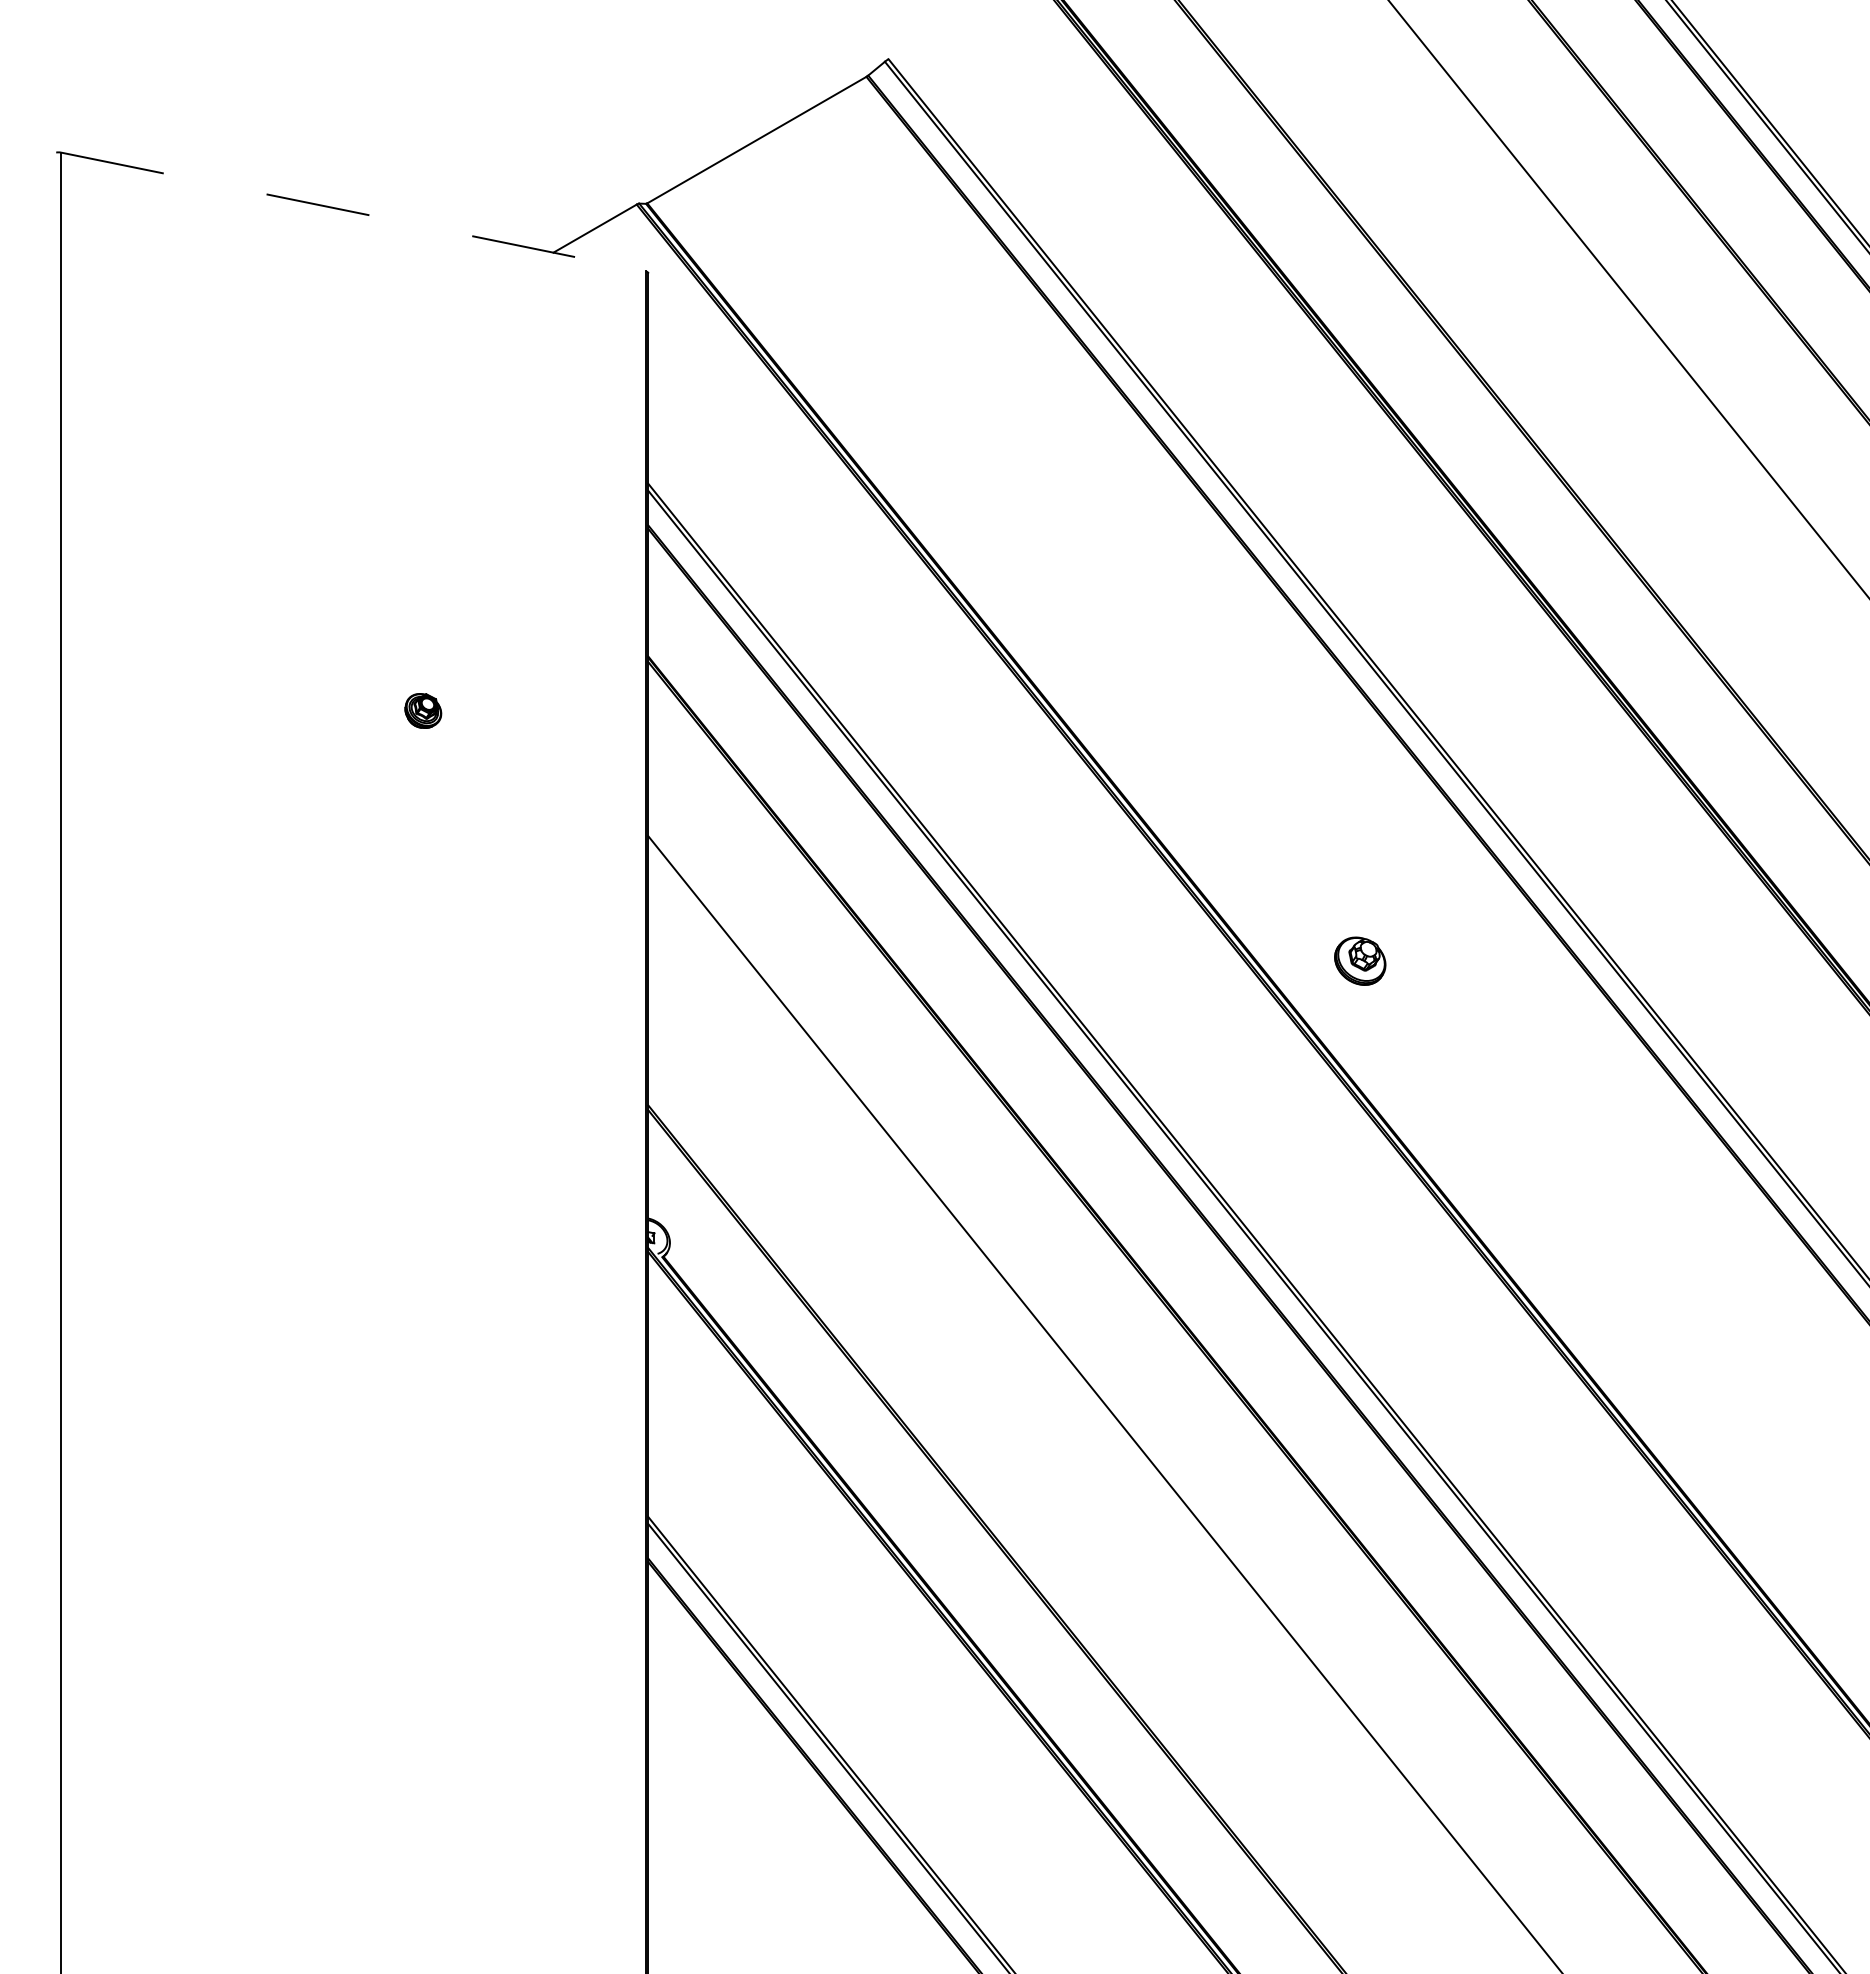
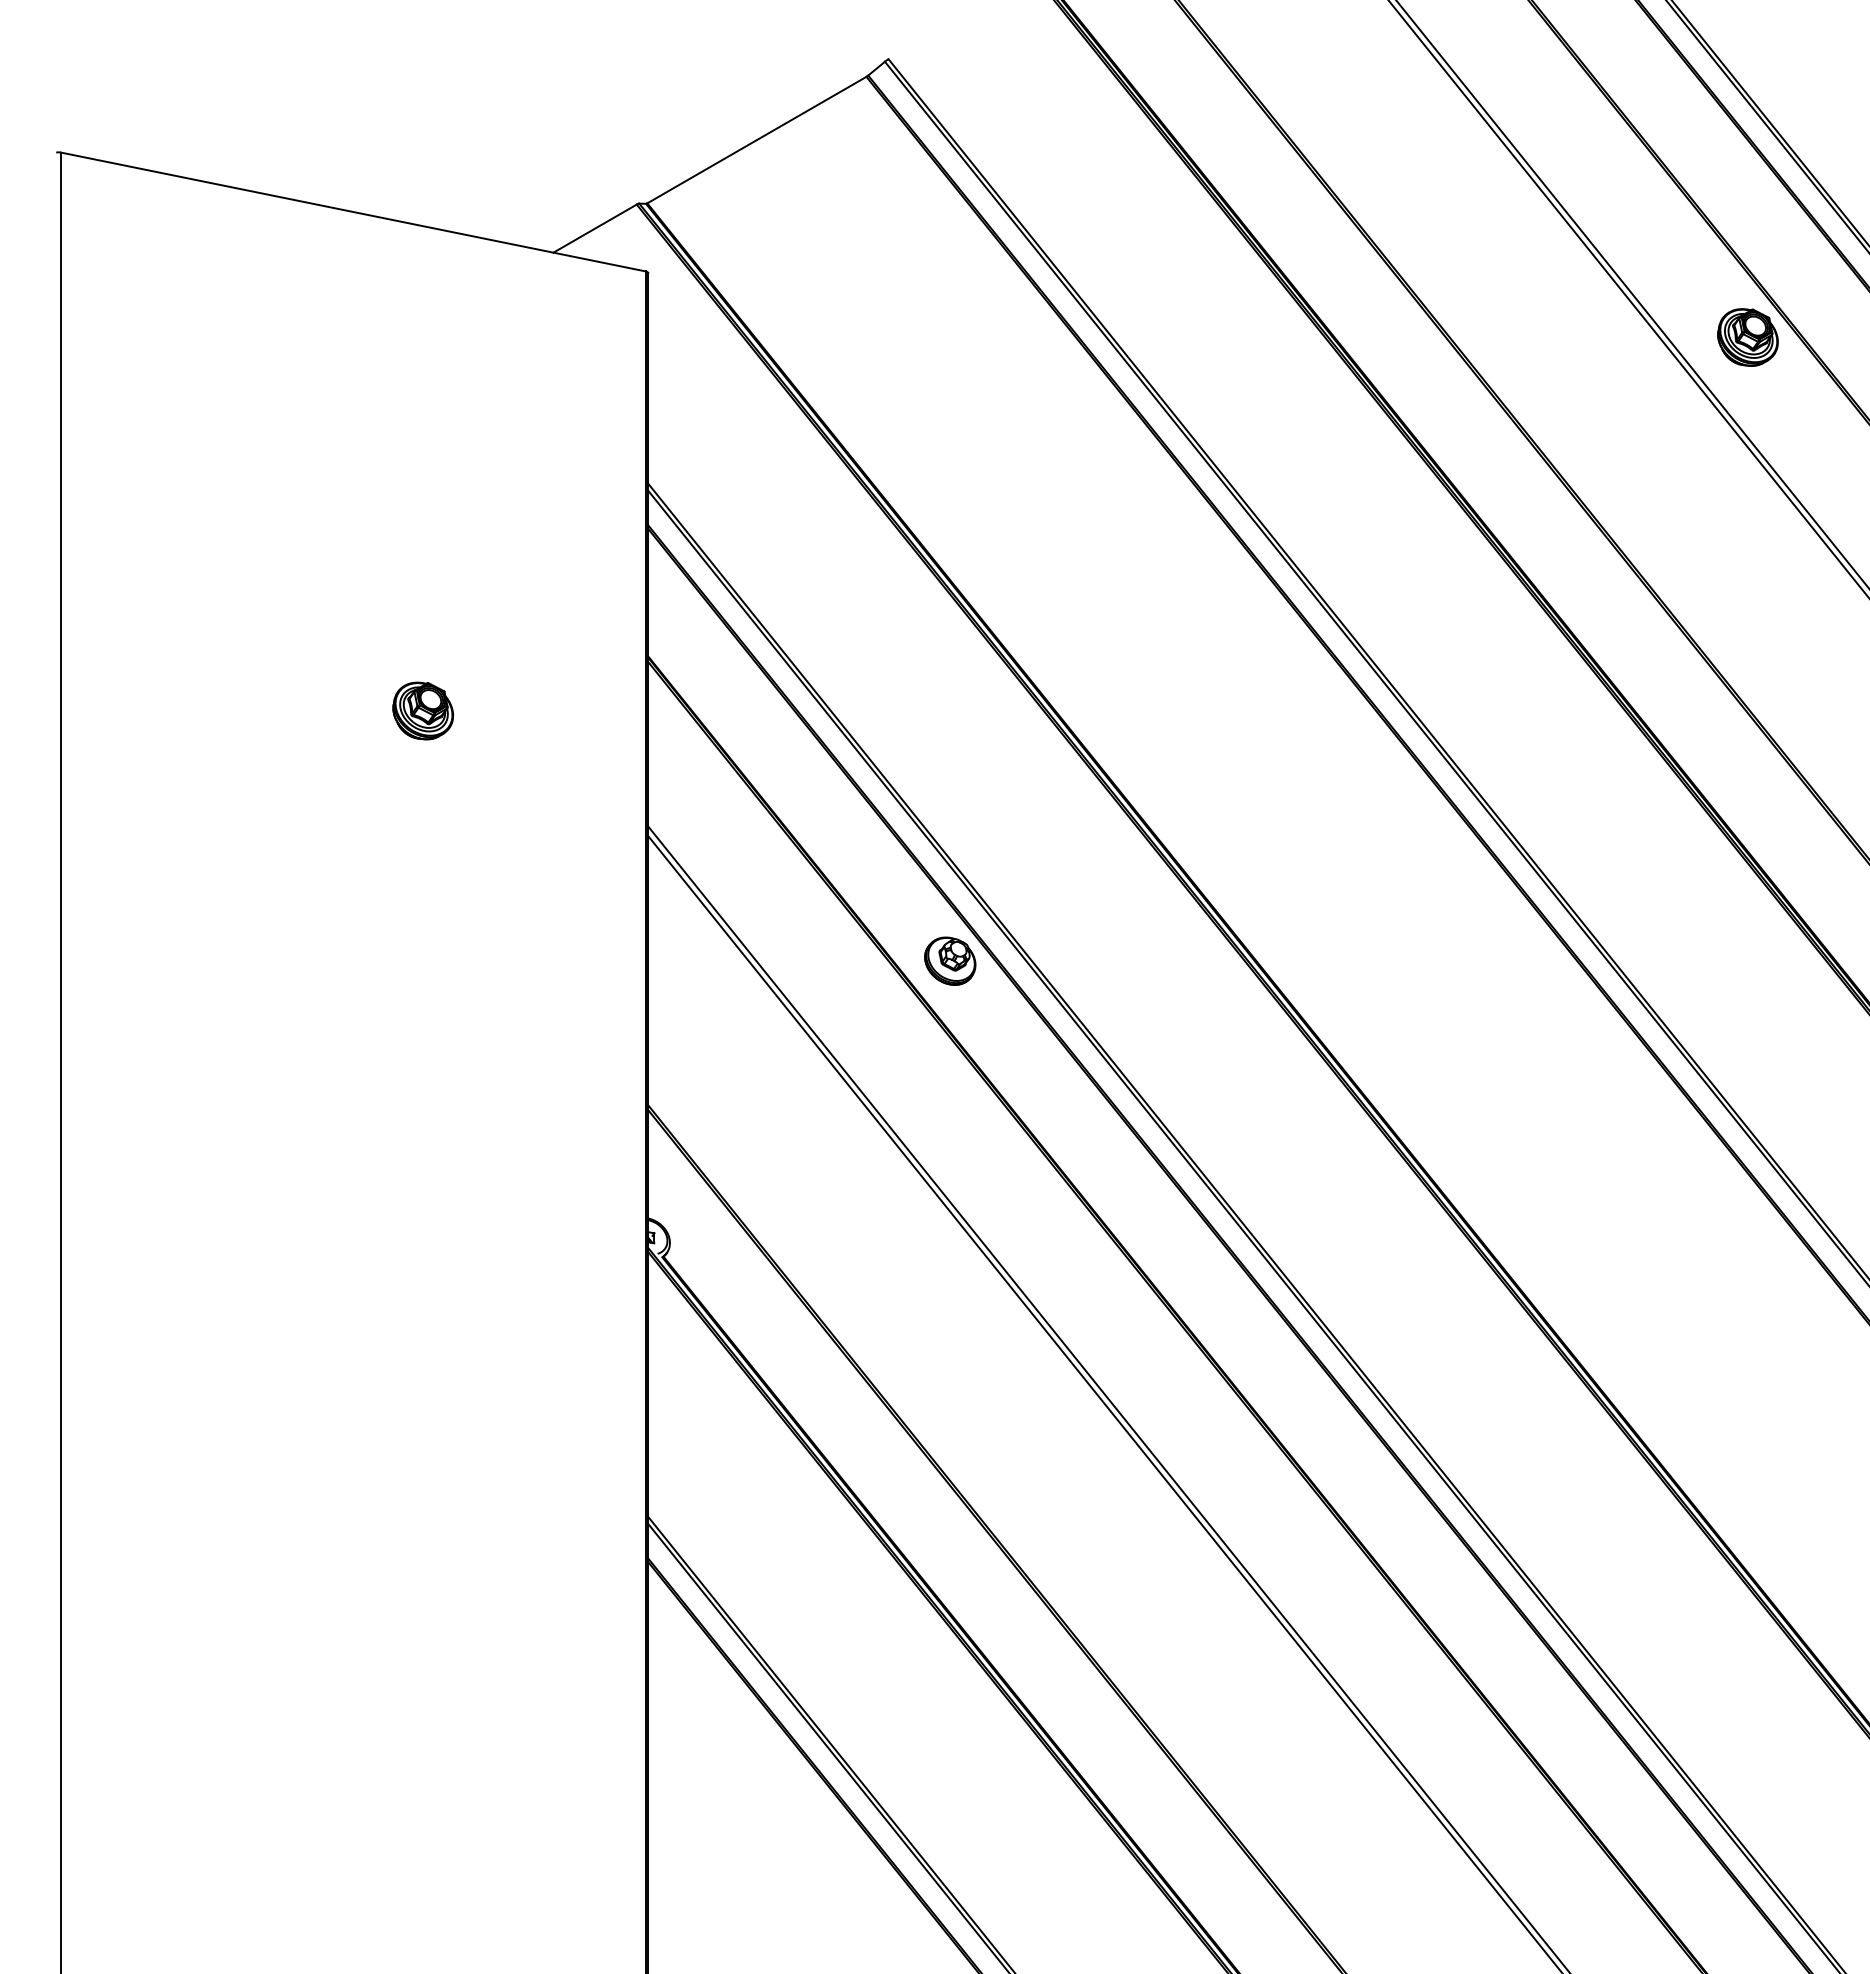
line at (353, 212): dashed -> solid
line at (1631, 293): none -> present
part at (1747, 337): none -> present
part at (423, 710) size: 39x36 px -> 63x60 px
part at (1360, 960) position: (1360, 960) -> (950, 960)
line at (1107, 1398): none -> present
